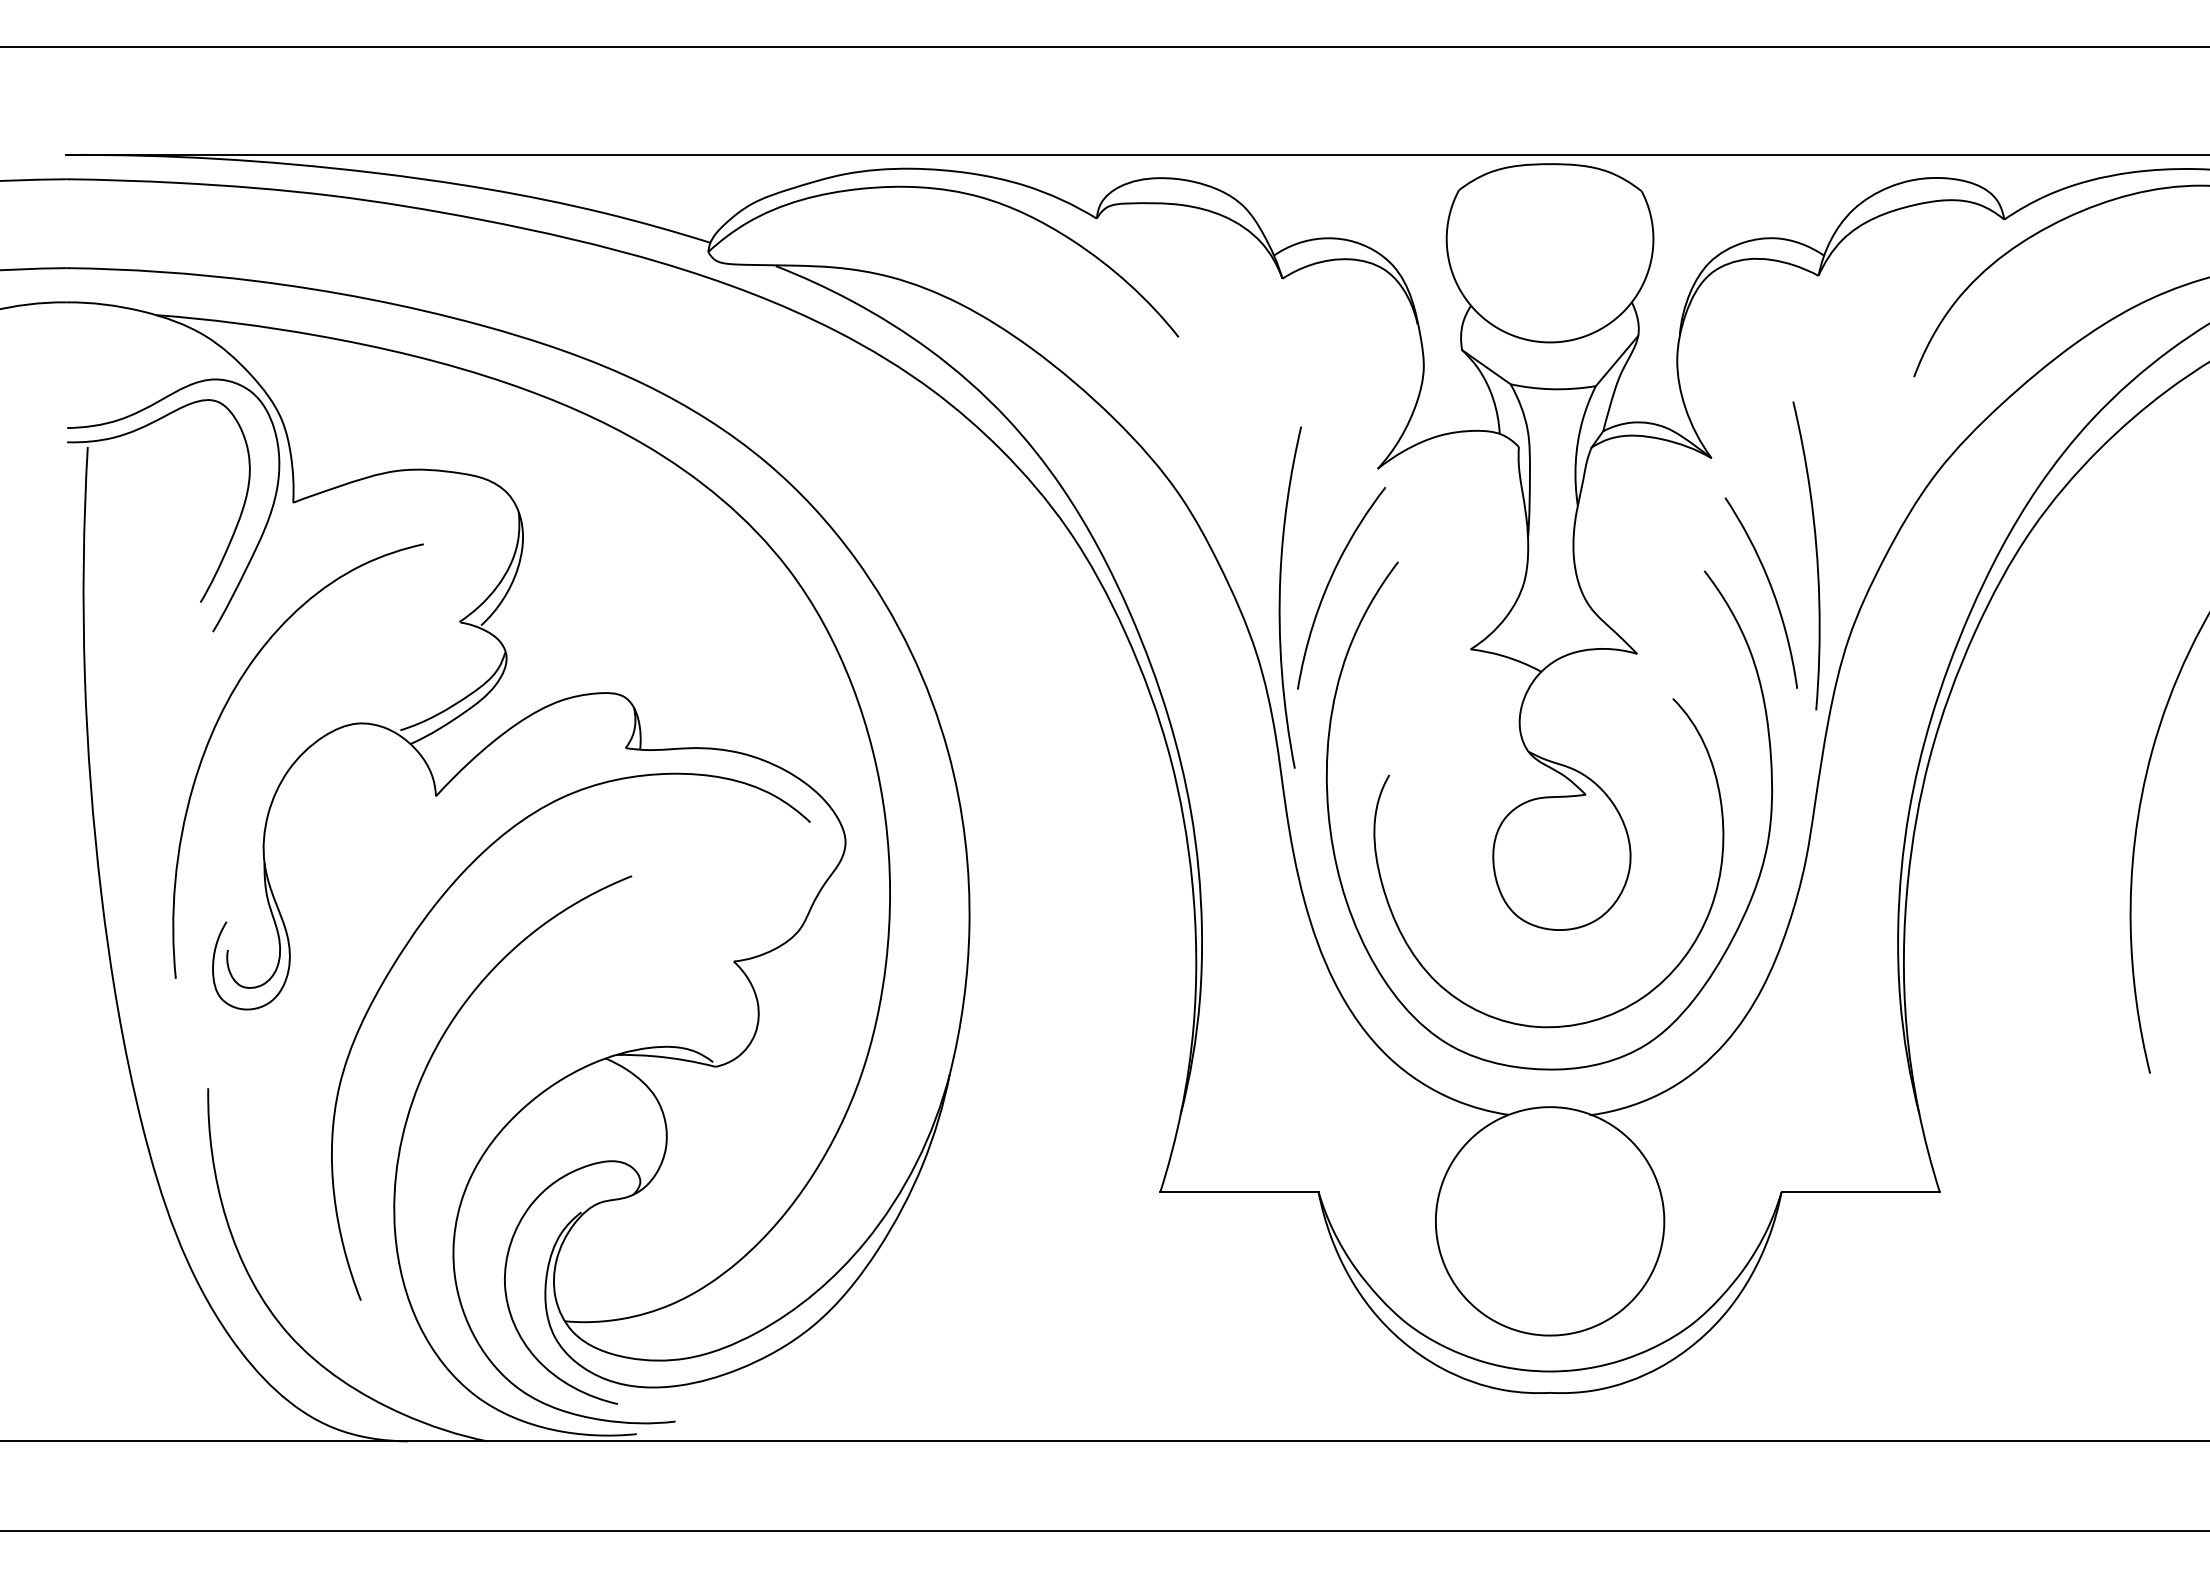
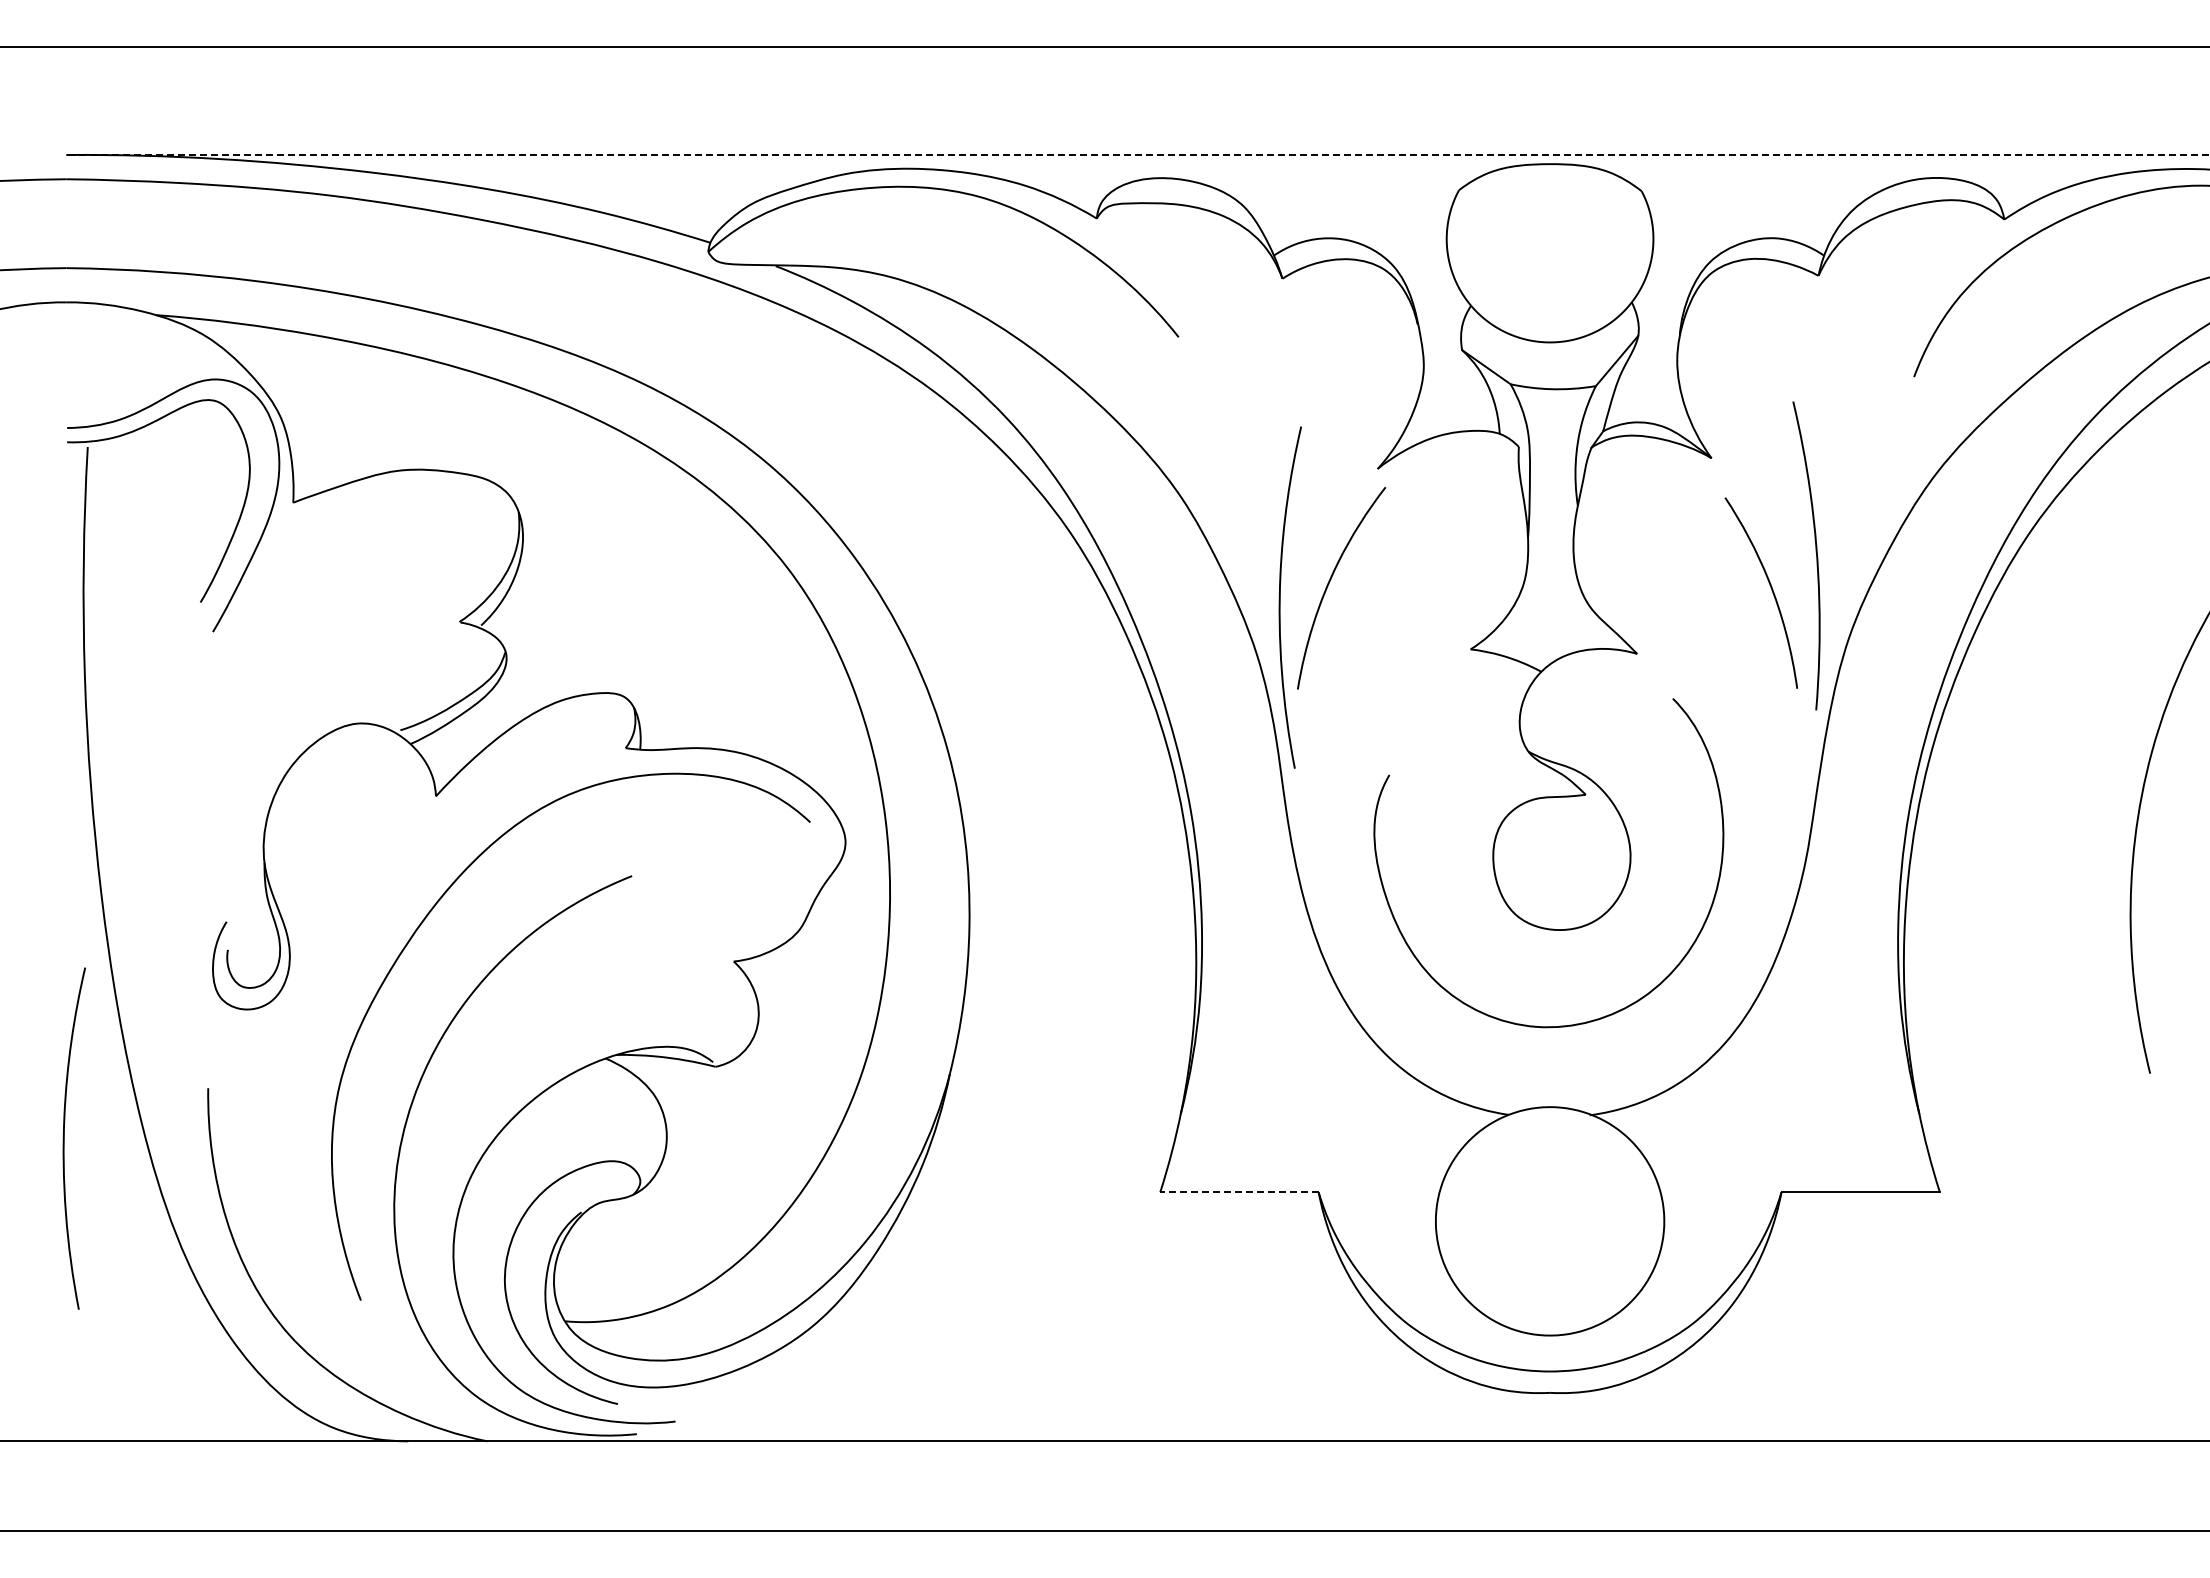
line at (1138, 154): solid -> dashed
curve at (218, 722): present -> none
part at (1750, 897): present -> none
curve at (64, 1138): none -> present
line at (1238, 1192): solid -> dashed
